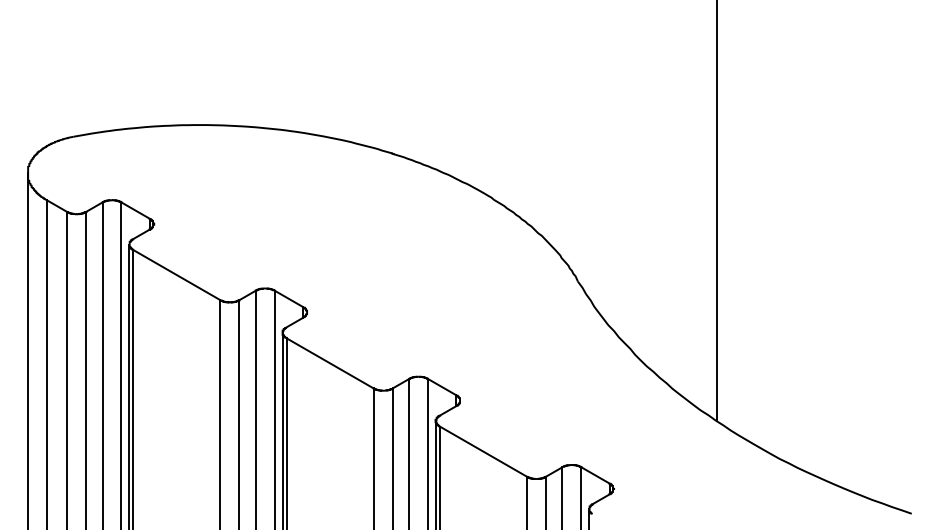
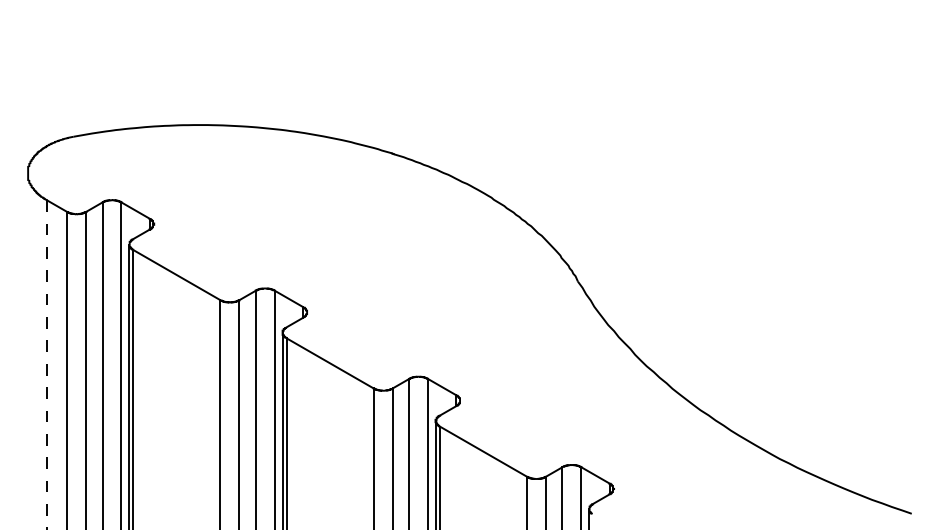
line at (716, 211): present -> none
line at (27, 349): present -> none
line at (47, 364): solid -> dashed
